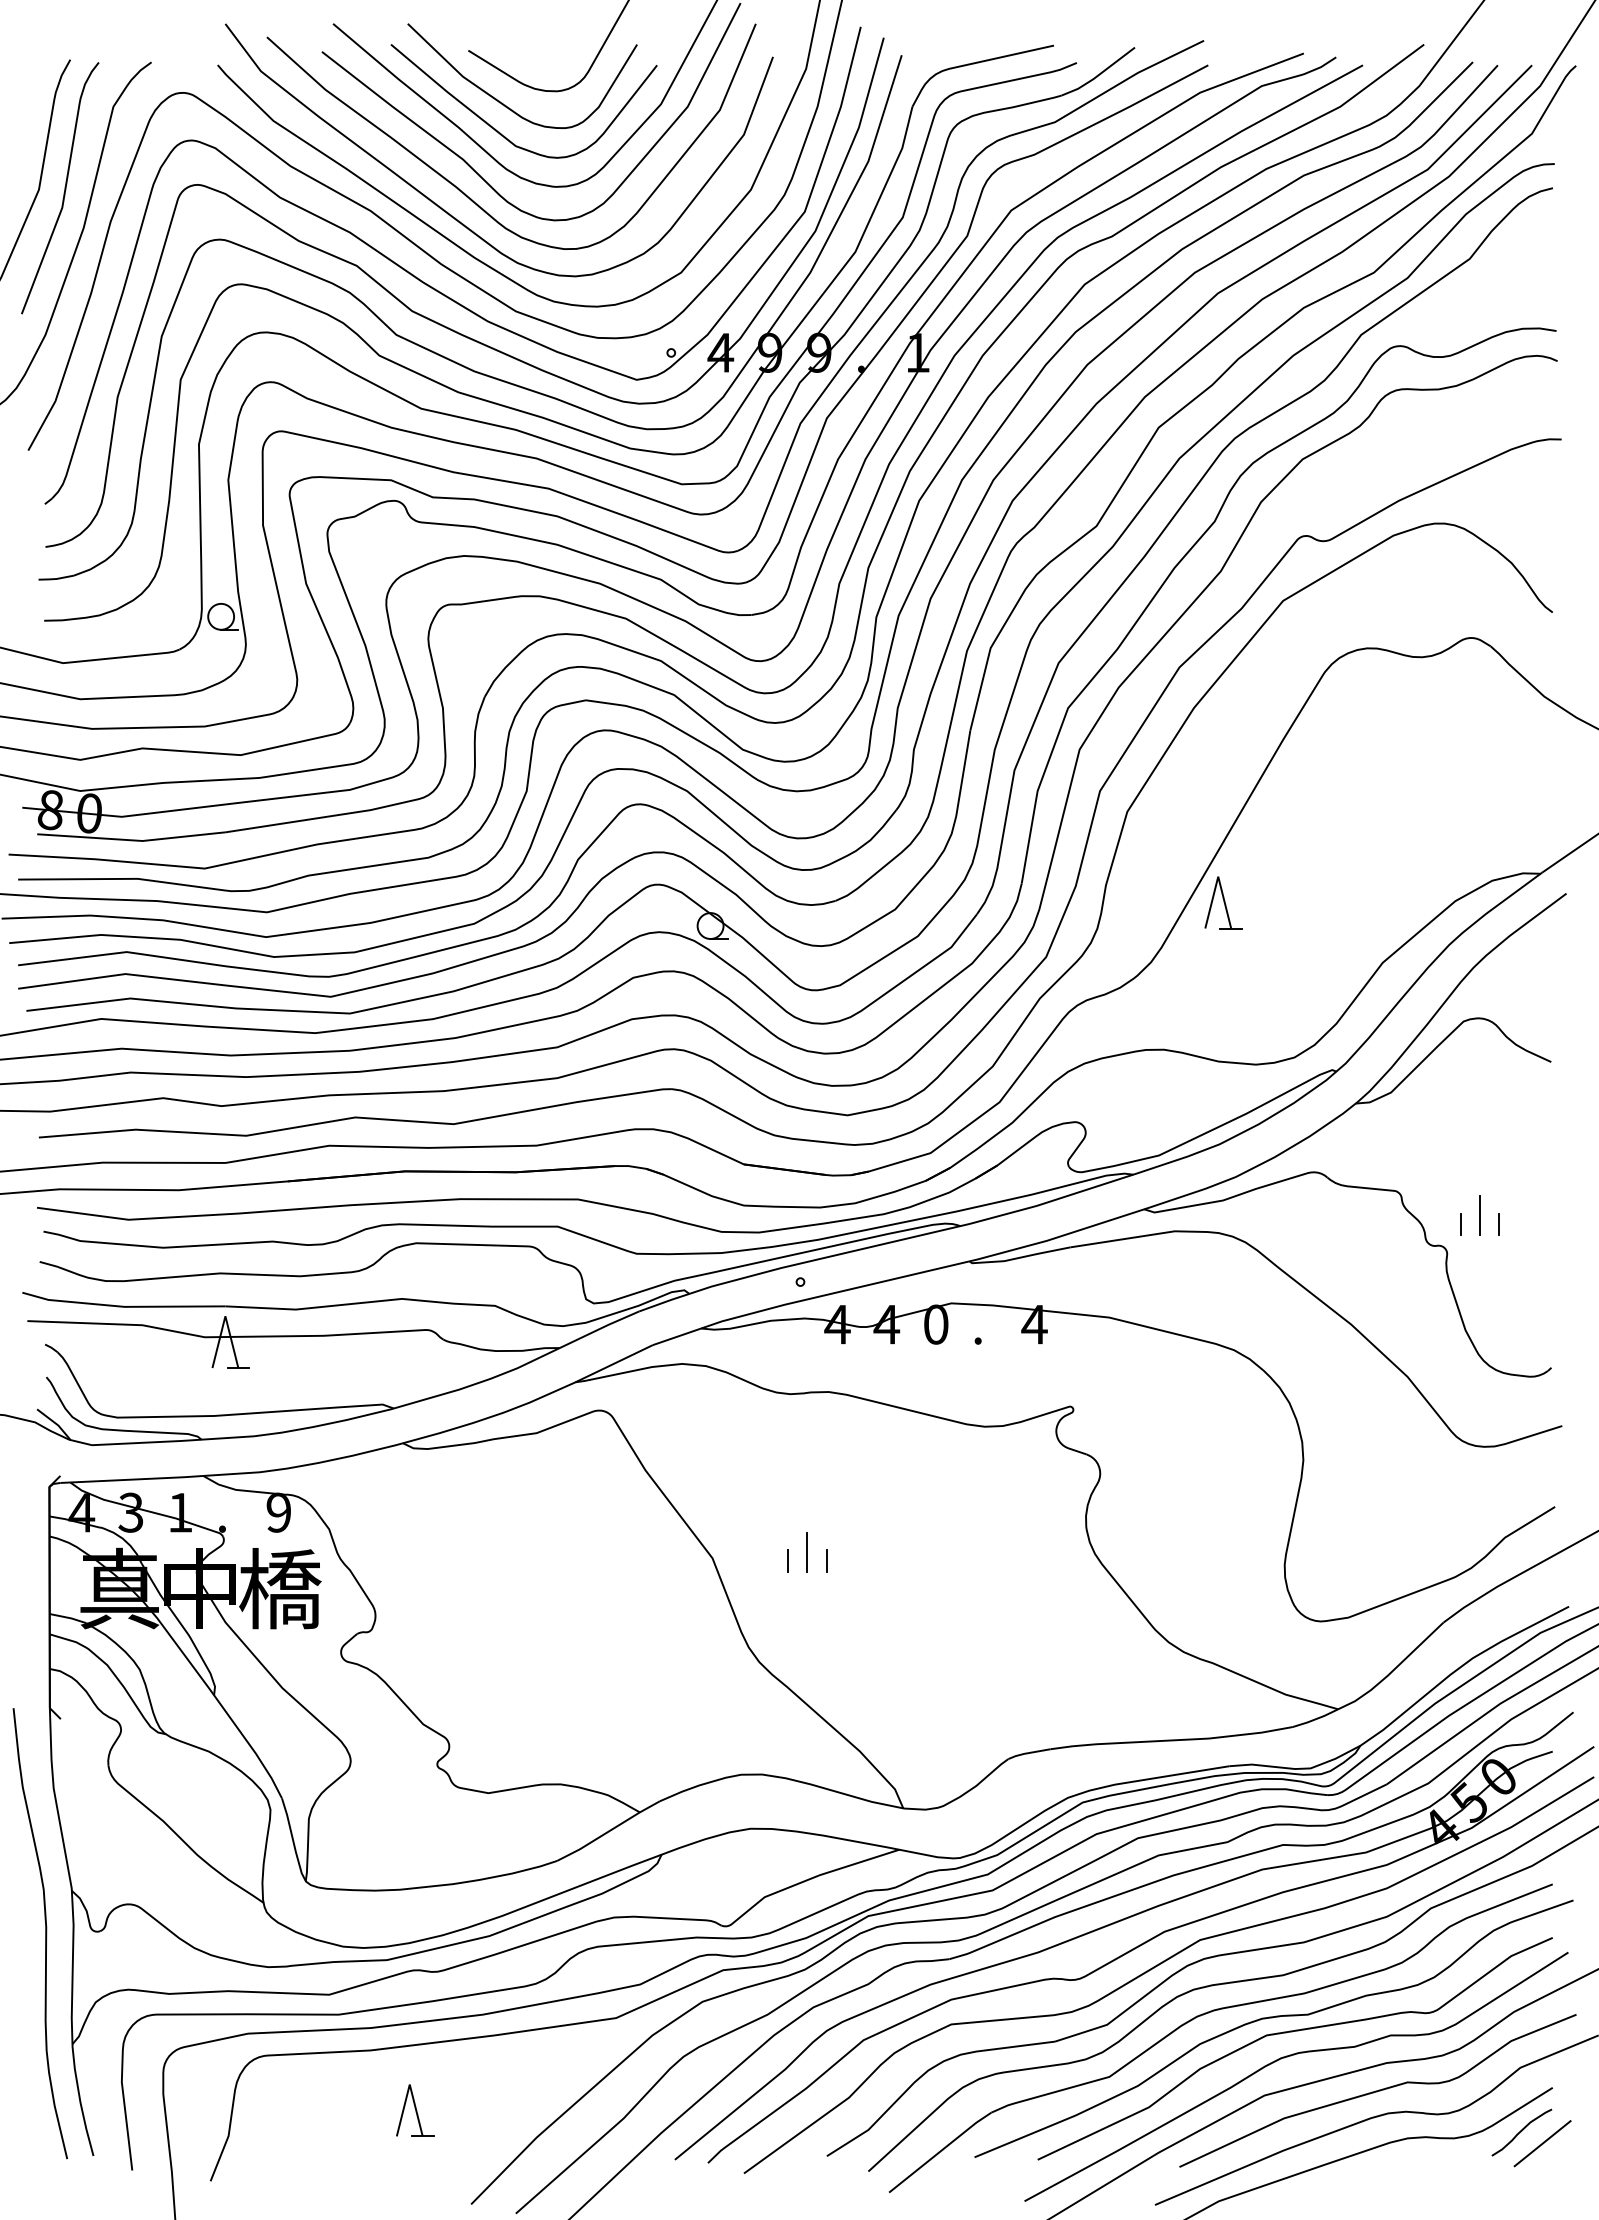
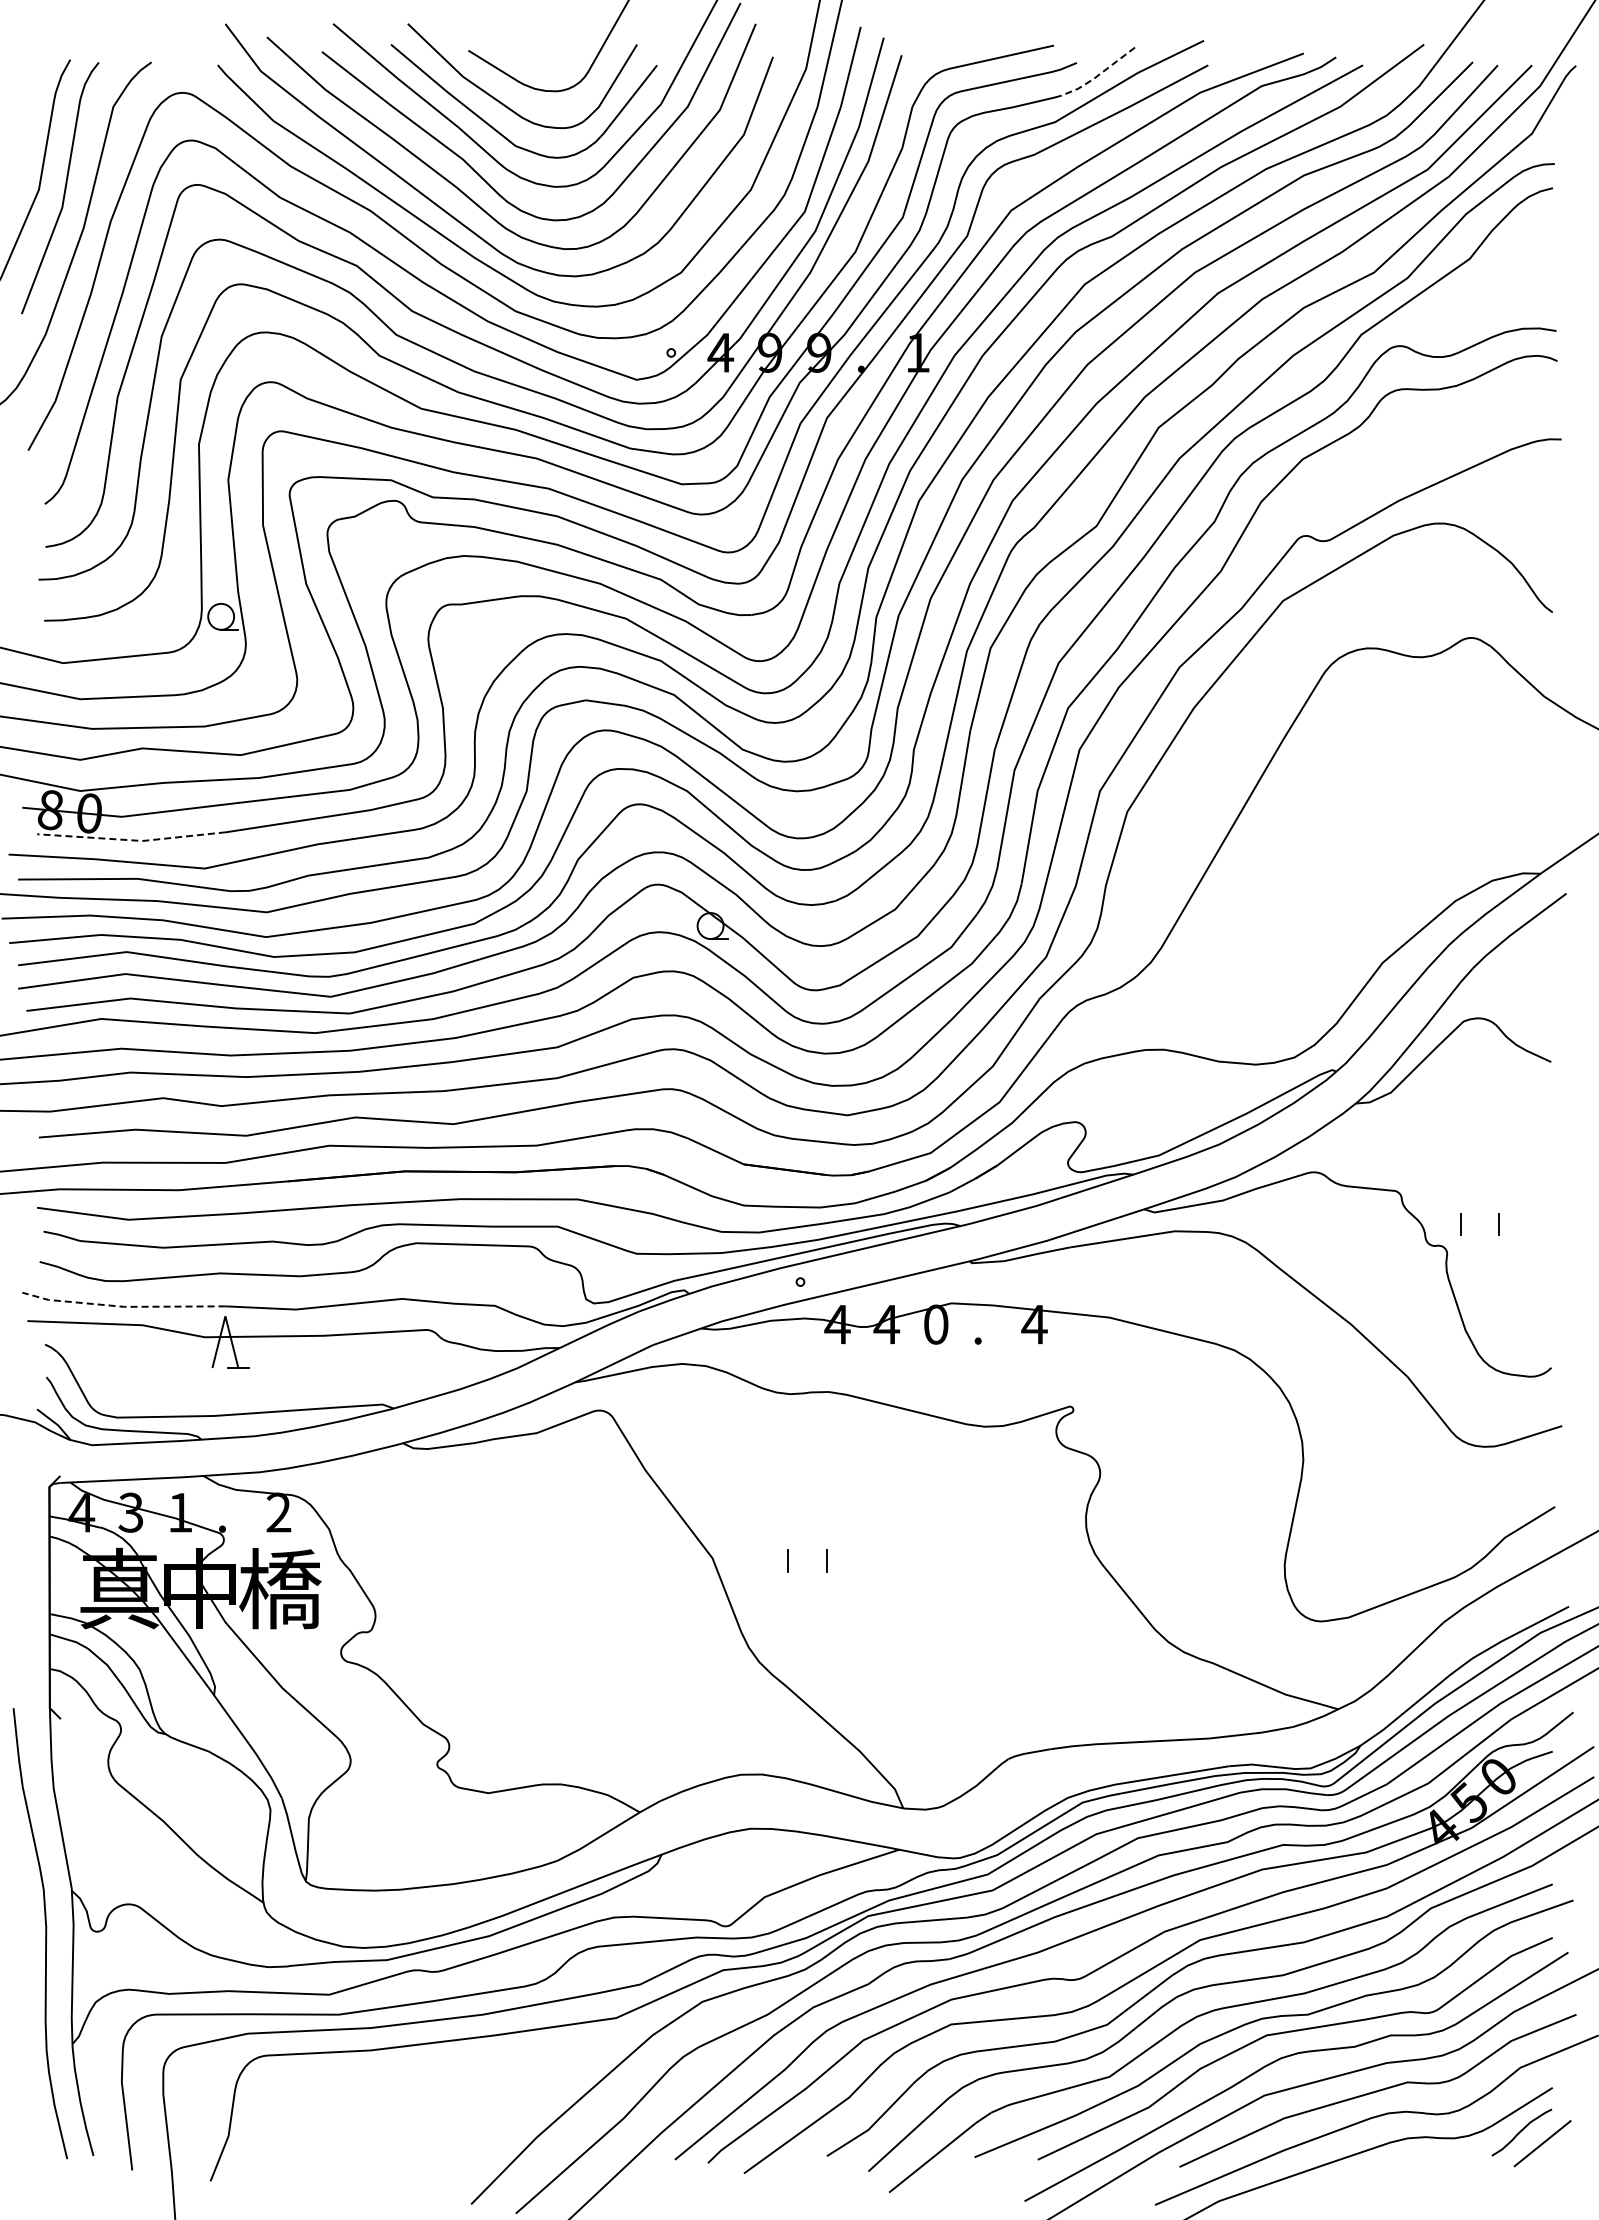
line at (1098, 75): solid -> dashed
line at (131, 840): solid -> dashed
part at (1223, 902): present -> none
line at (1479, 1215): present -> none
line at (122, 1306): solid -> dashed
text at (278, 1513): 9 -> 2
line at (807, 1551): present -> none
part at (415, 2110): present -> none
